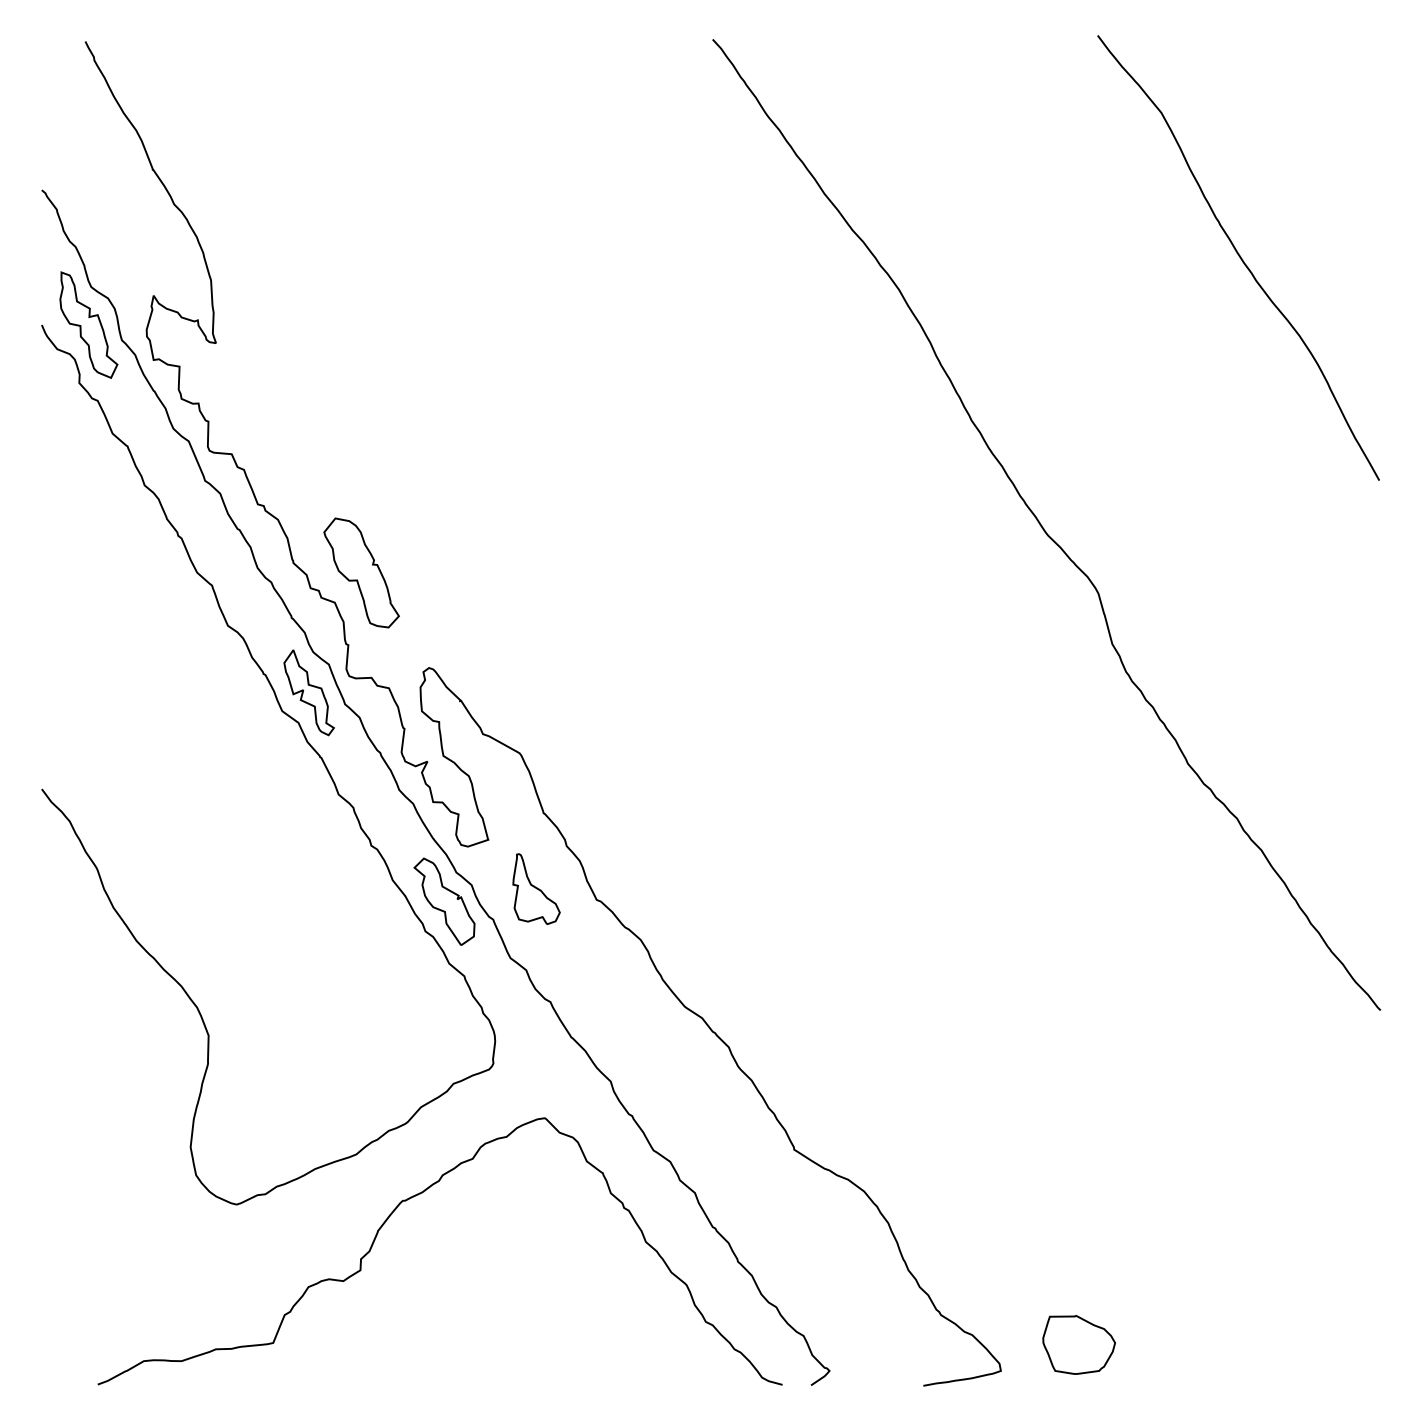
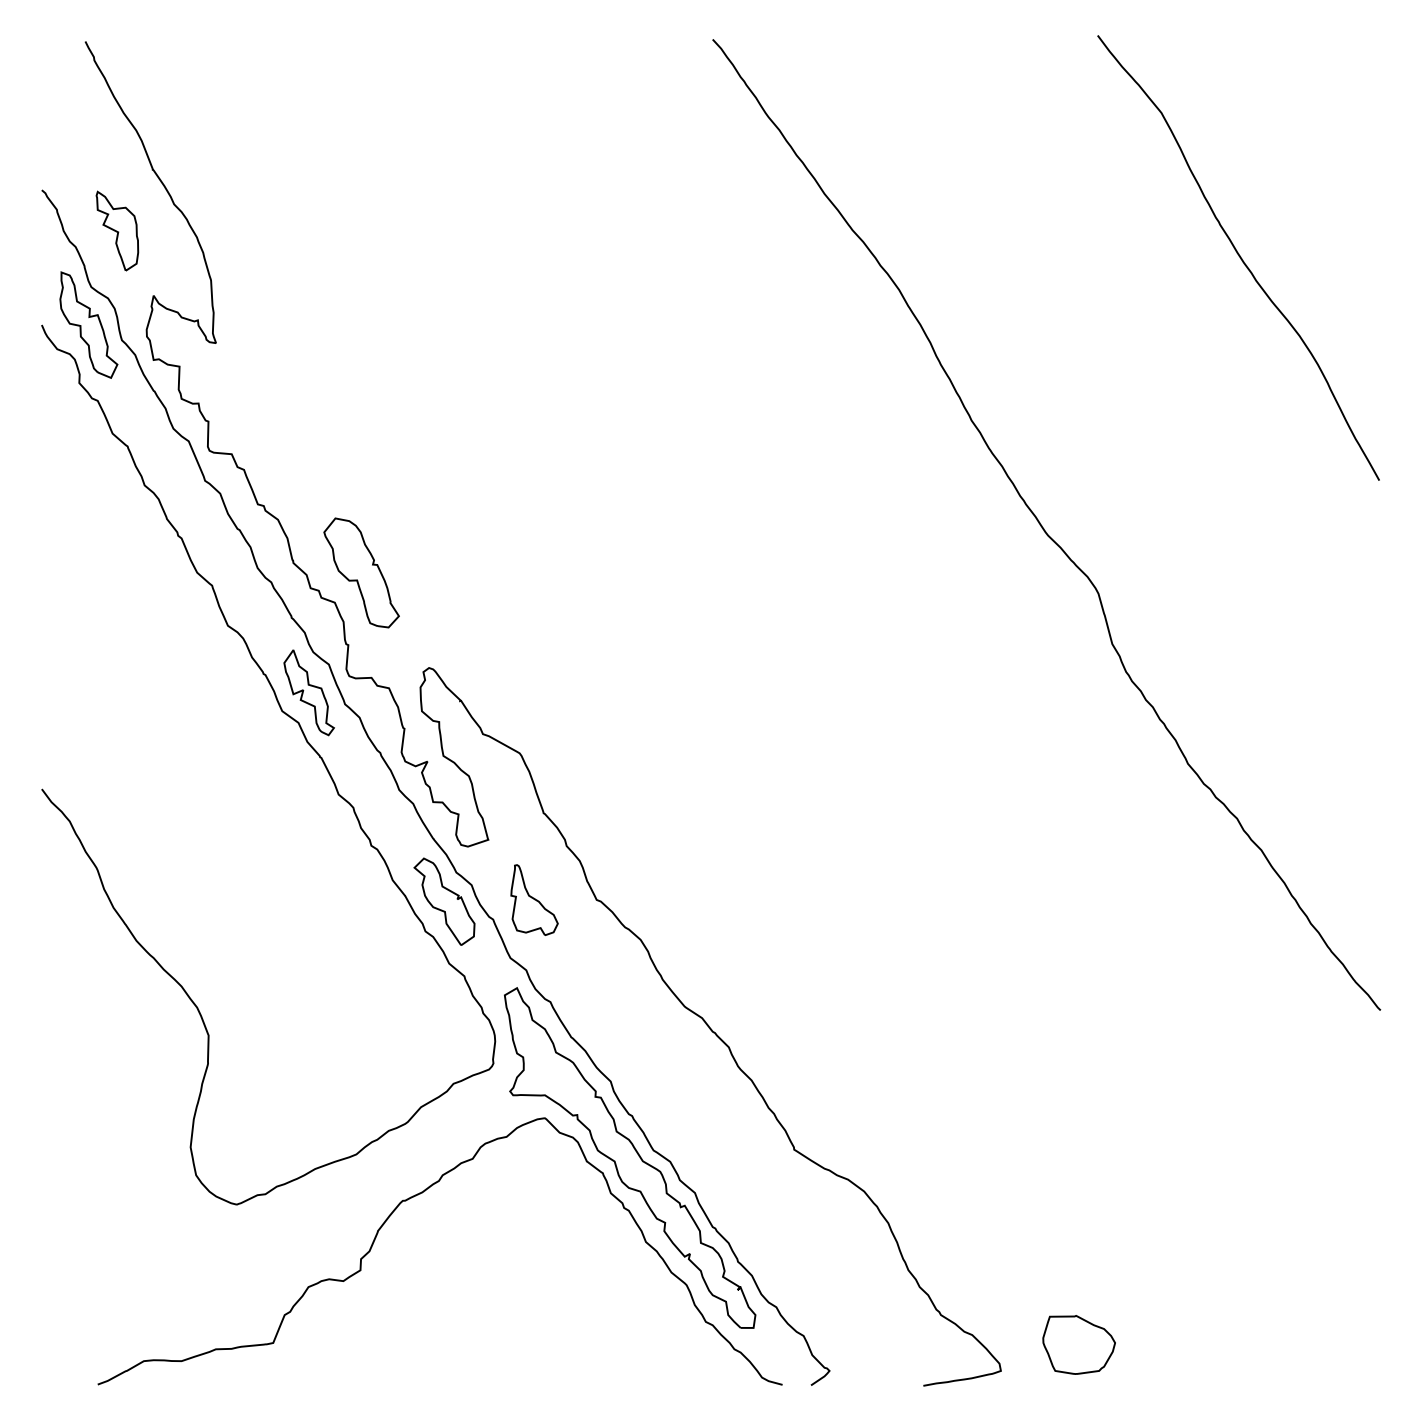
part at (117, 230): none -> present
part at (536, 888) position: (536, 888) -> (534, 899)
part at (630, 1157): none -> present
